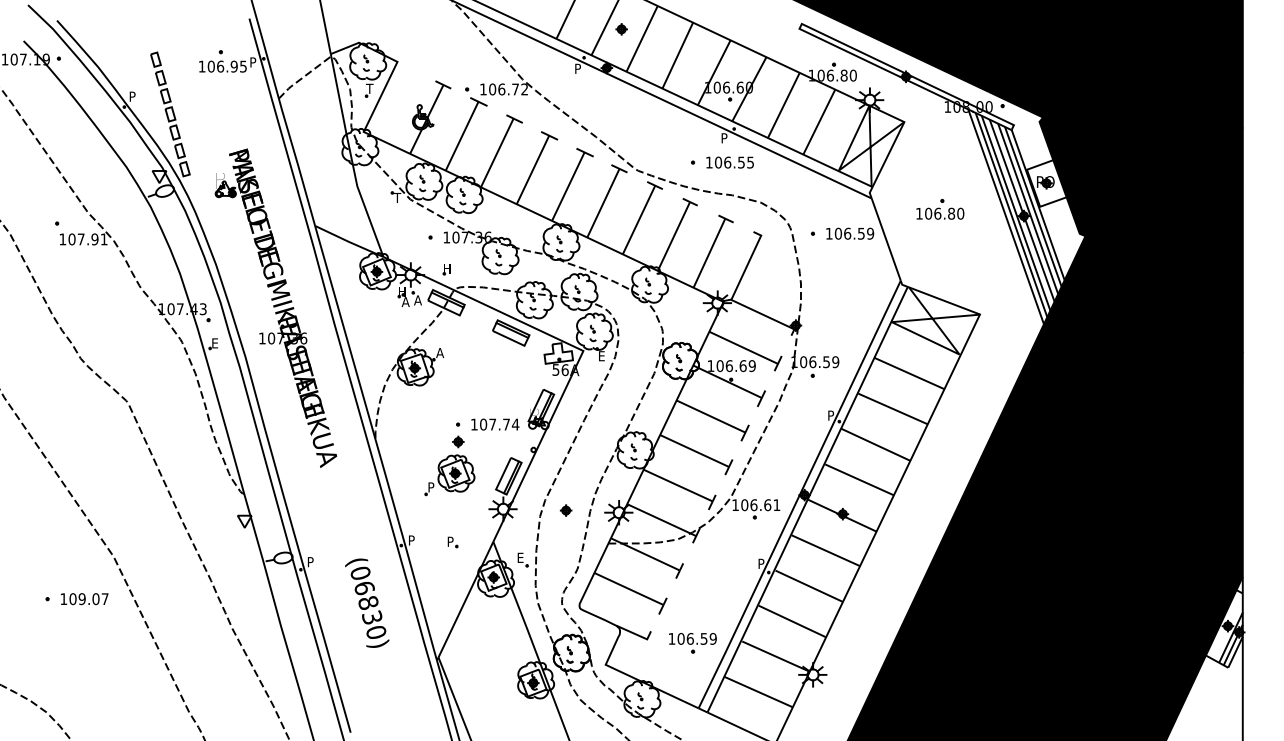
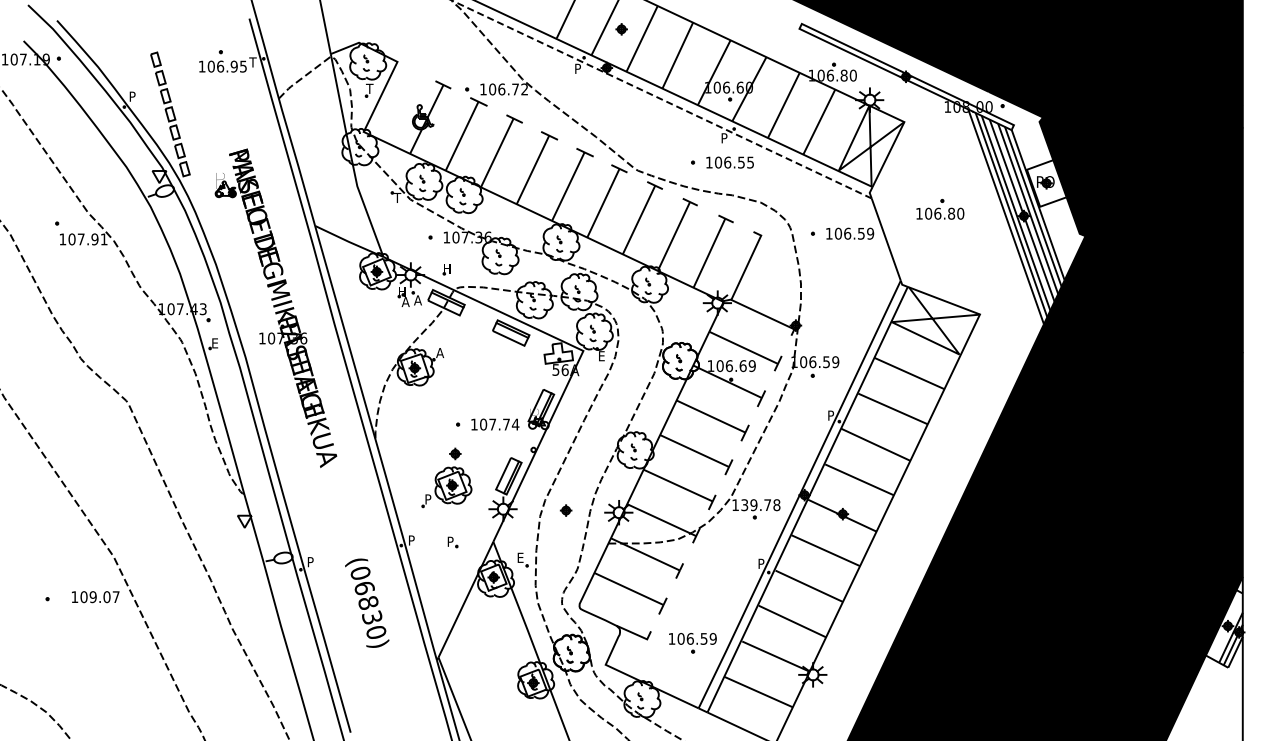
text at (252, 62): P -> T
line at (662, 99): solid -> dashed
part at (449, 465) position: (449, 465) -> (446, 477)
text at (760, 505): 106.61 -> 139.78
text at (84, 599) position: (84, 599) -> (95, 597)
